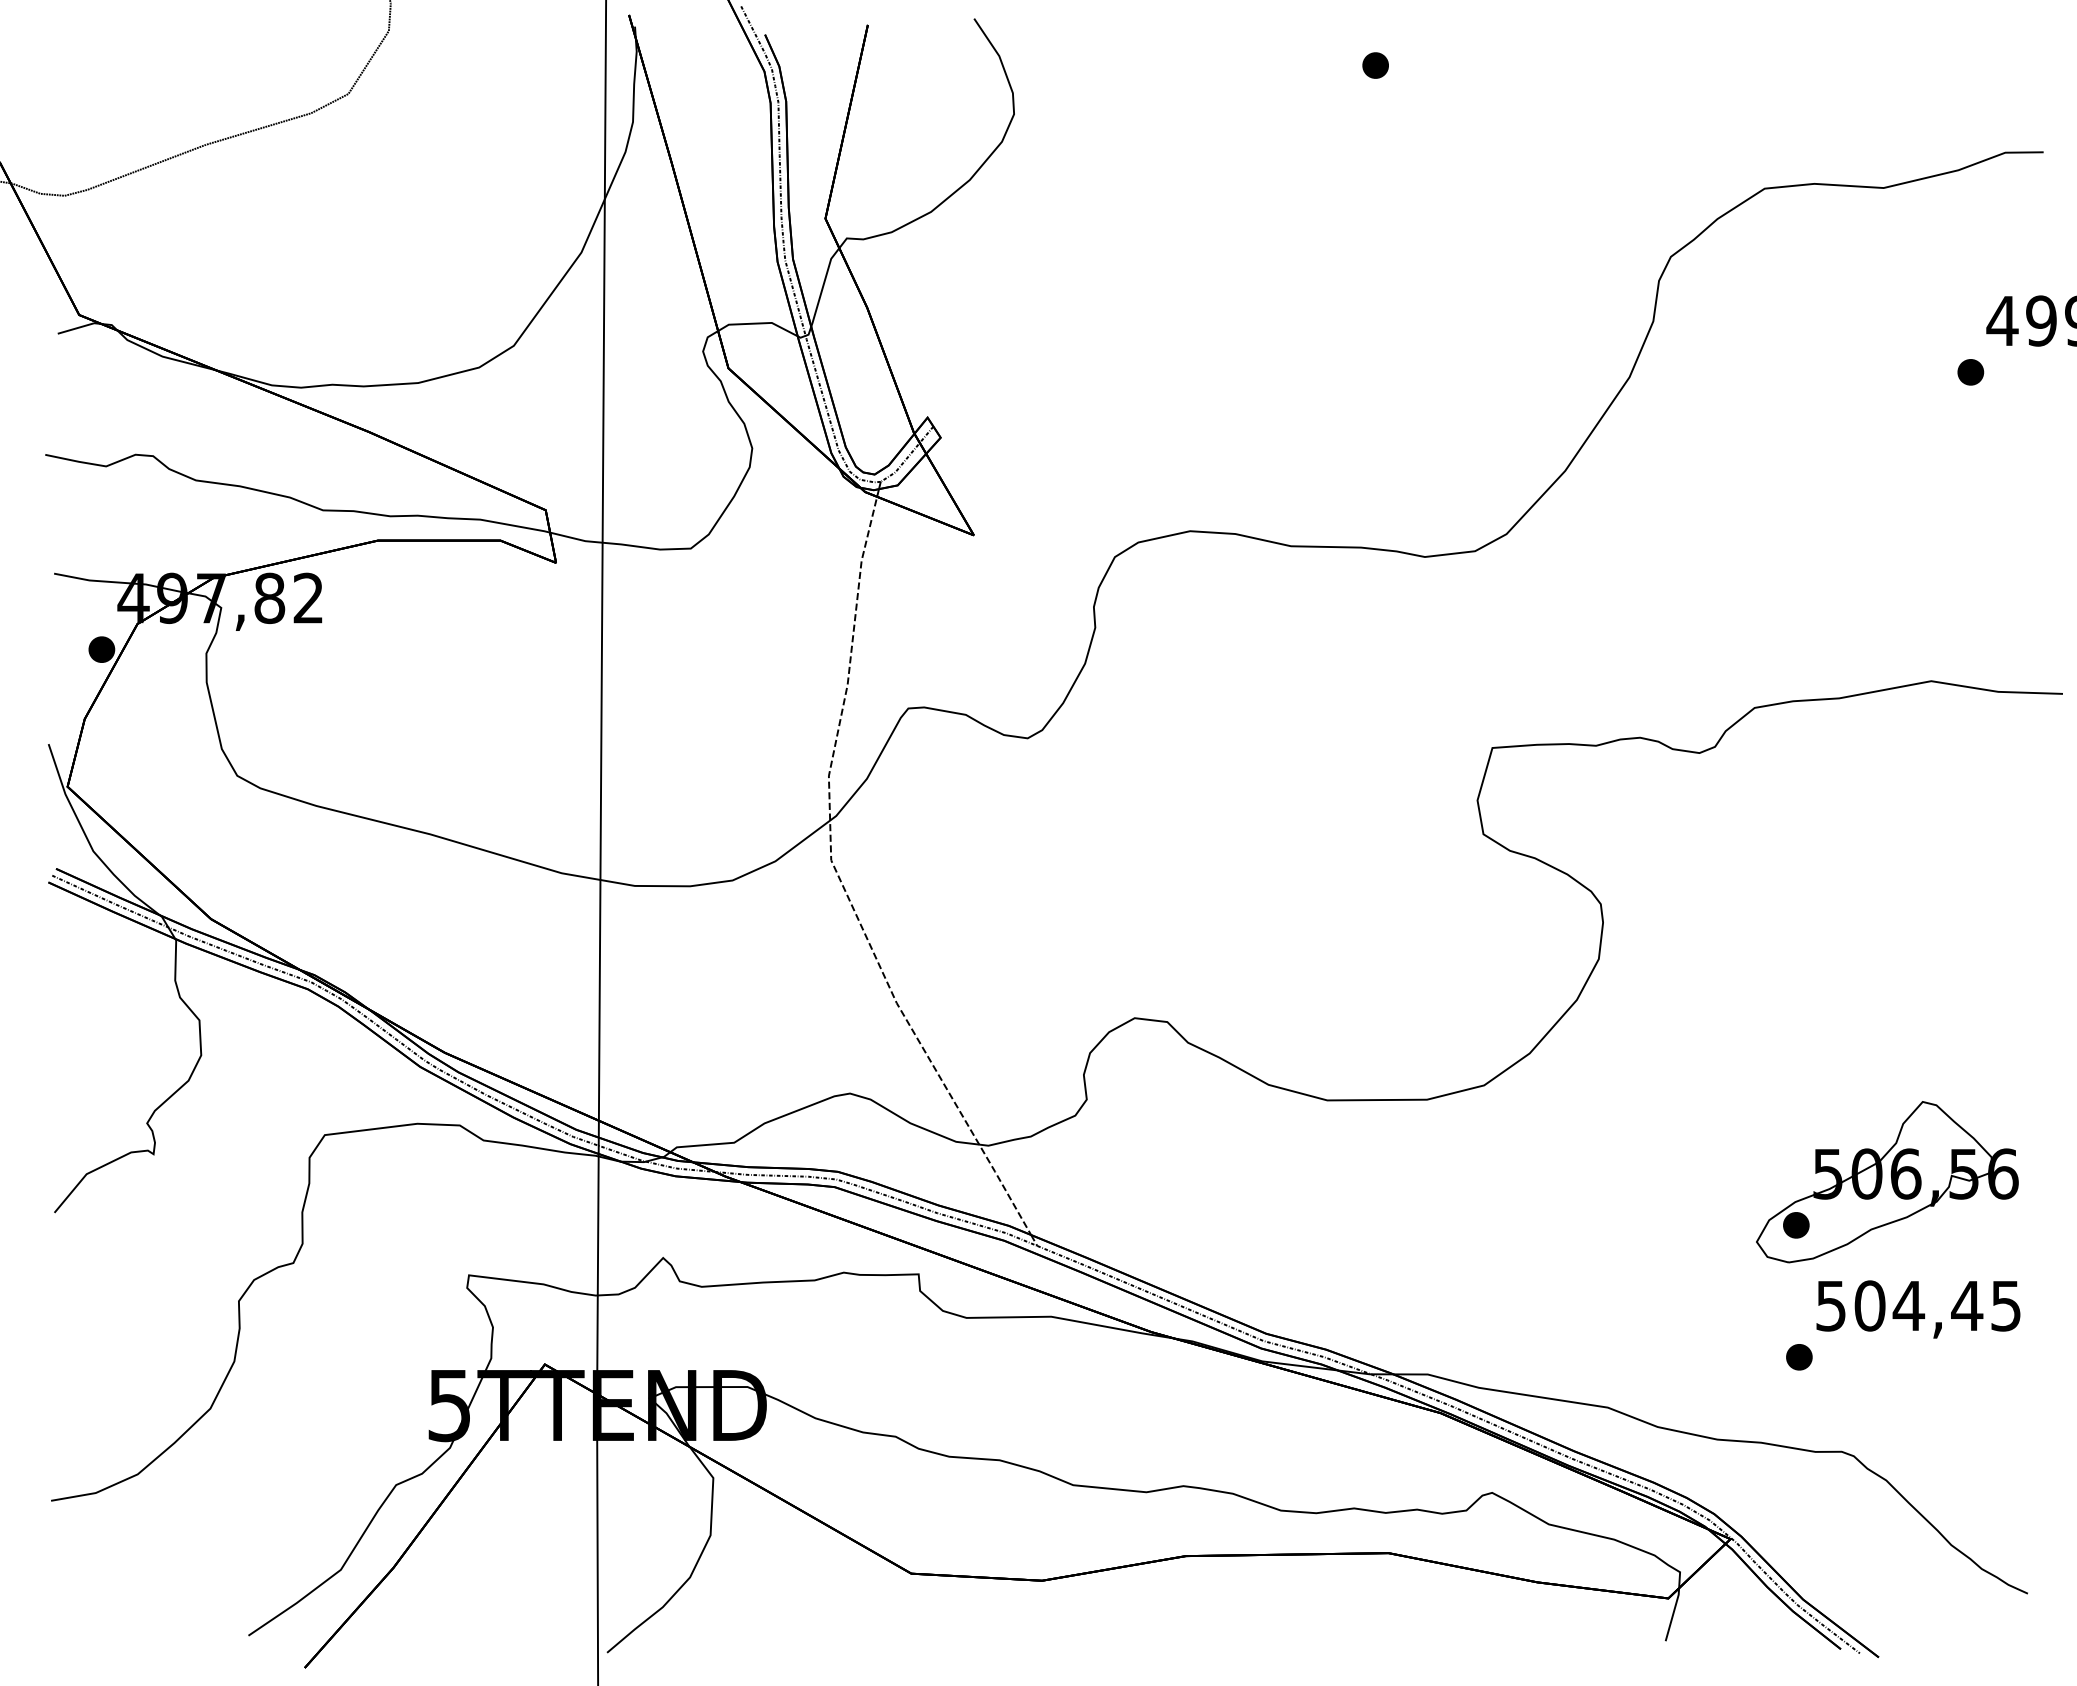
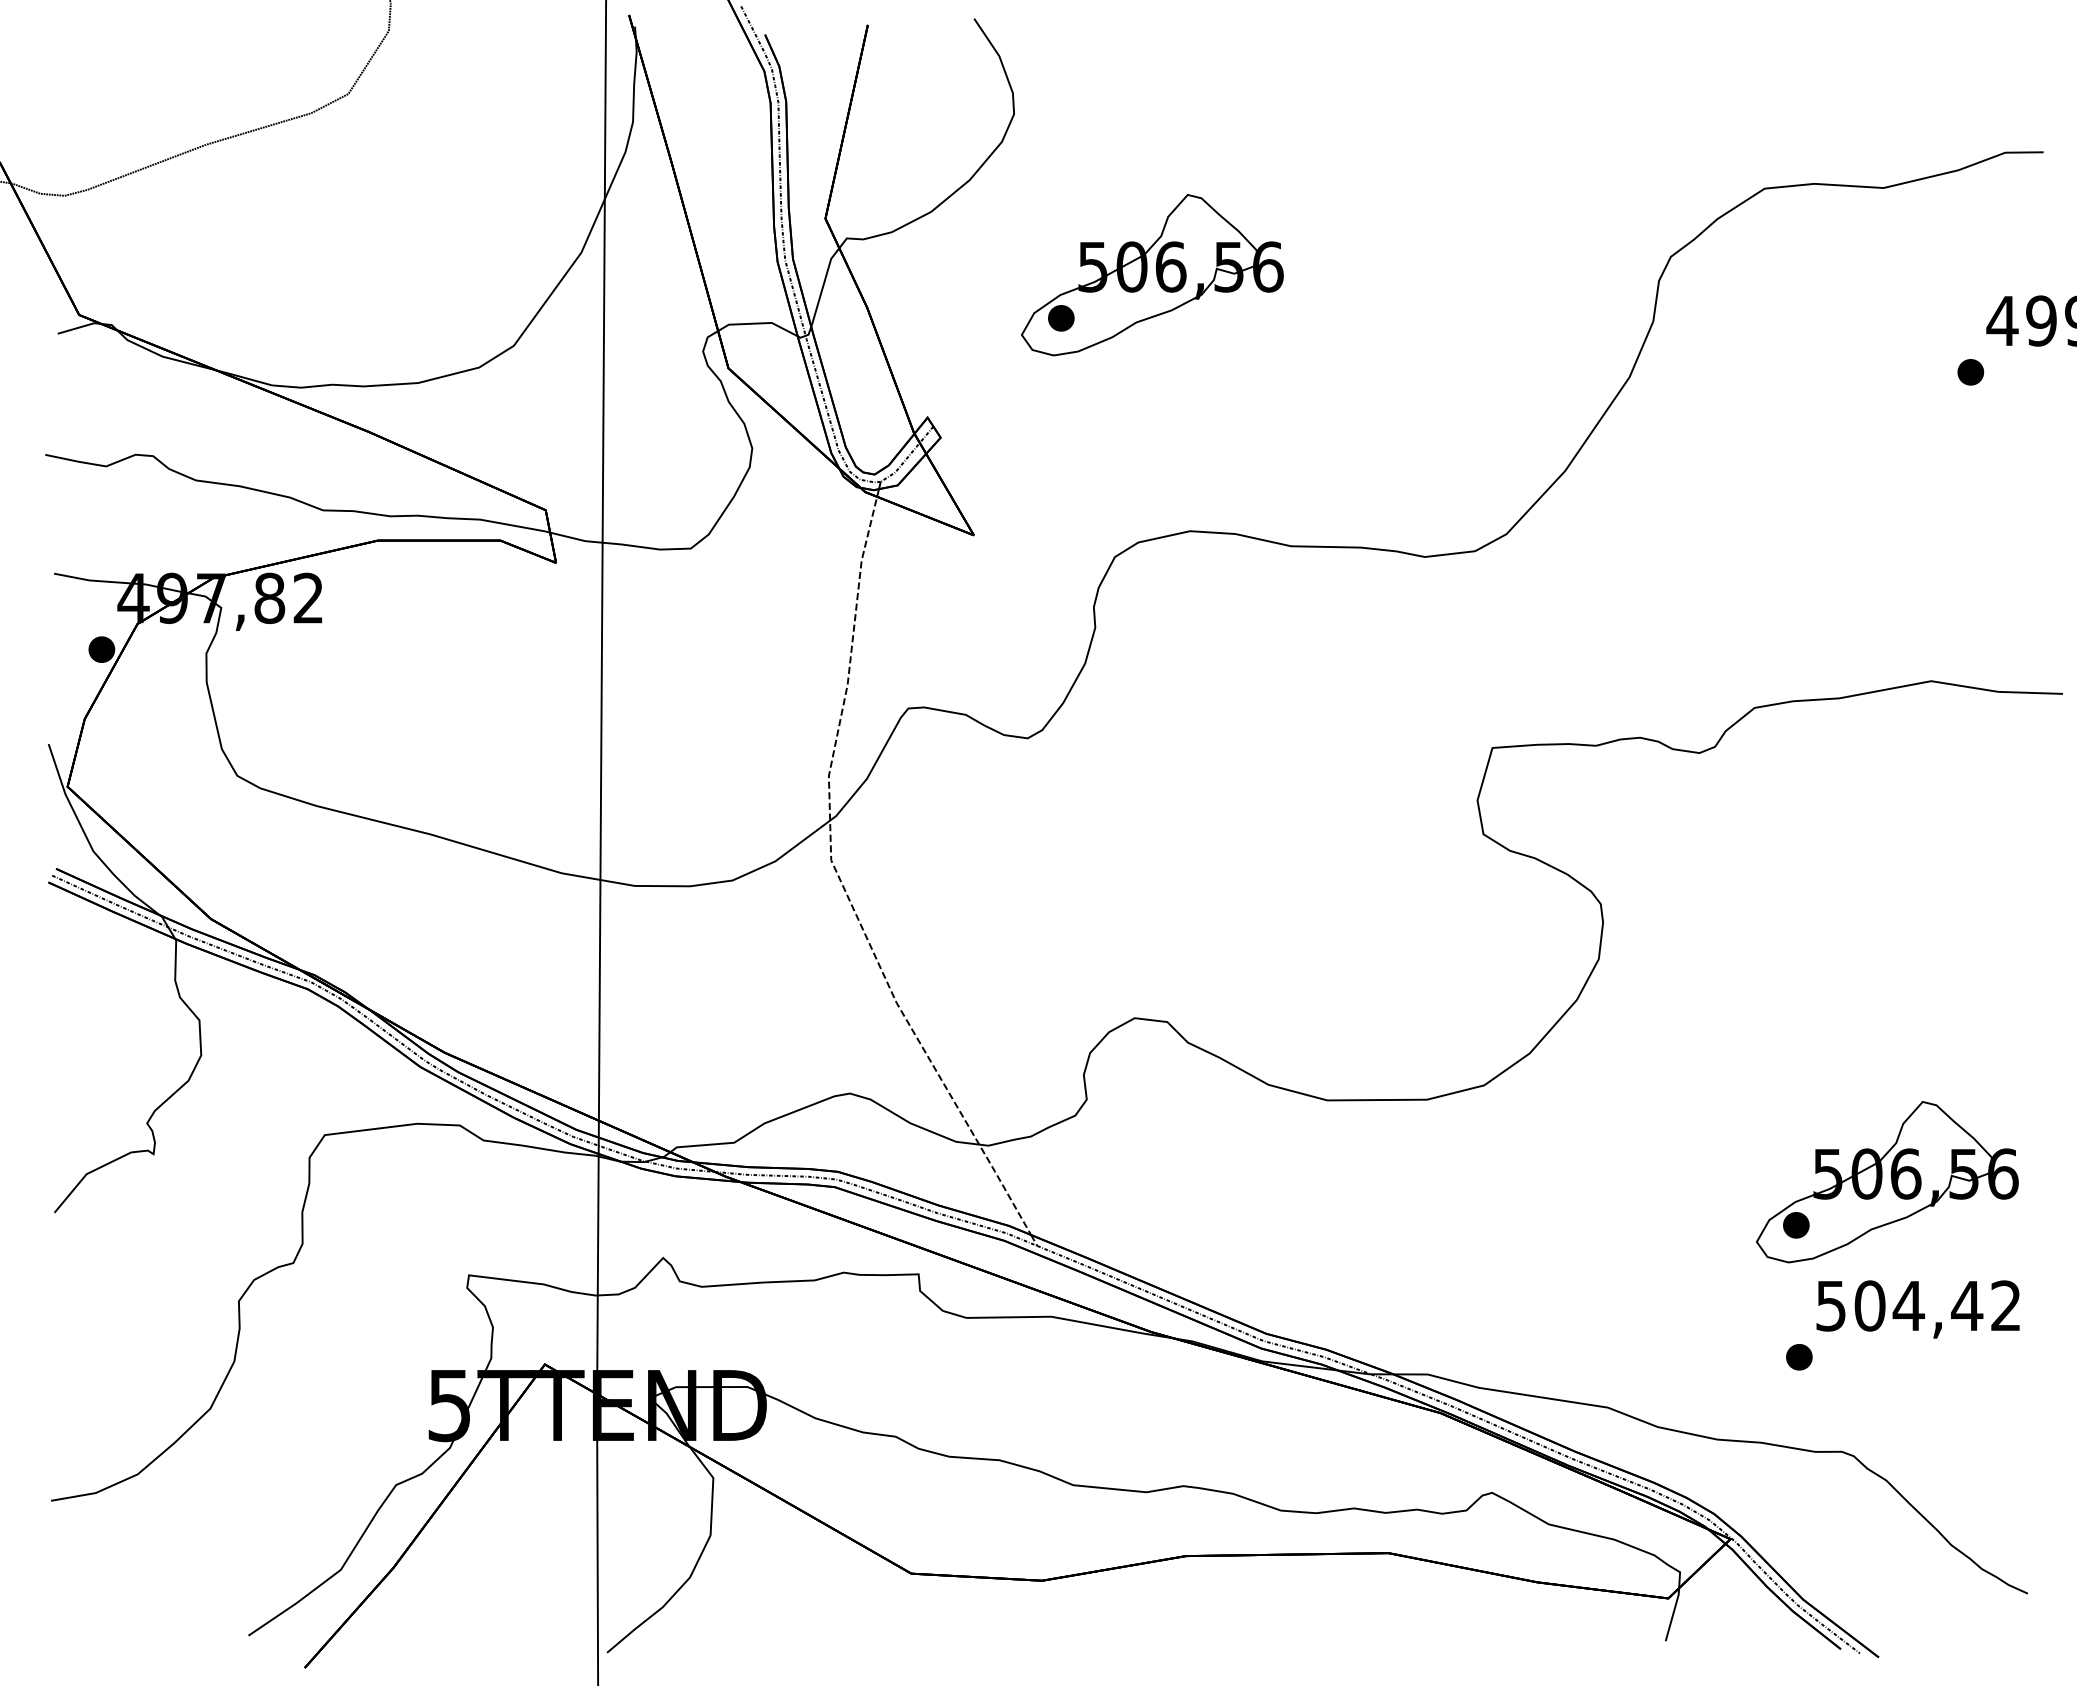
part at (1375, 65): present -> none
part at (1152, 275): none -> present
text at (2005, 1305): 504,45 -> 504,42
